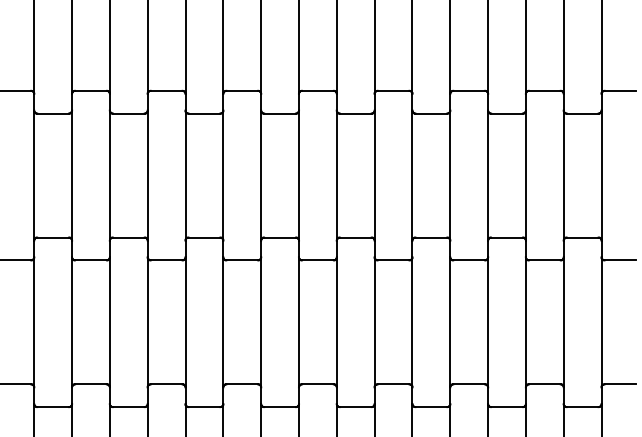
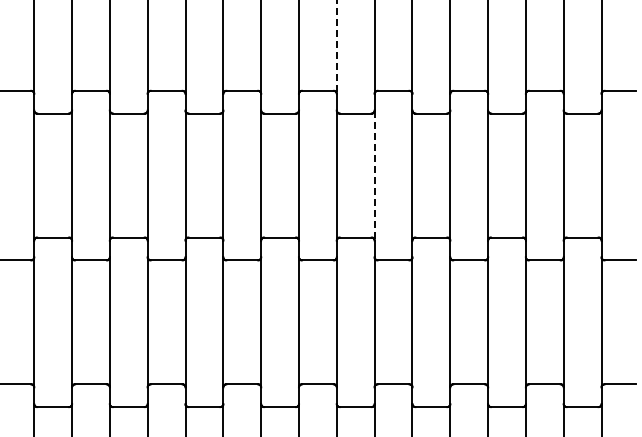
line at (336, 47): solid -> dashed
line at (374, 176): solid -> dashed
